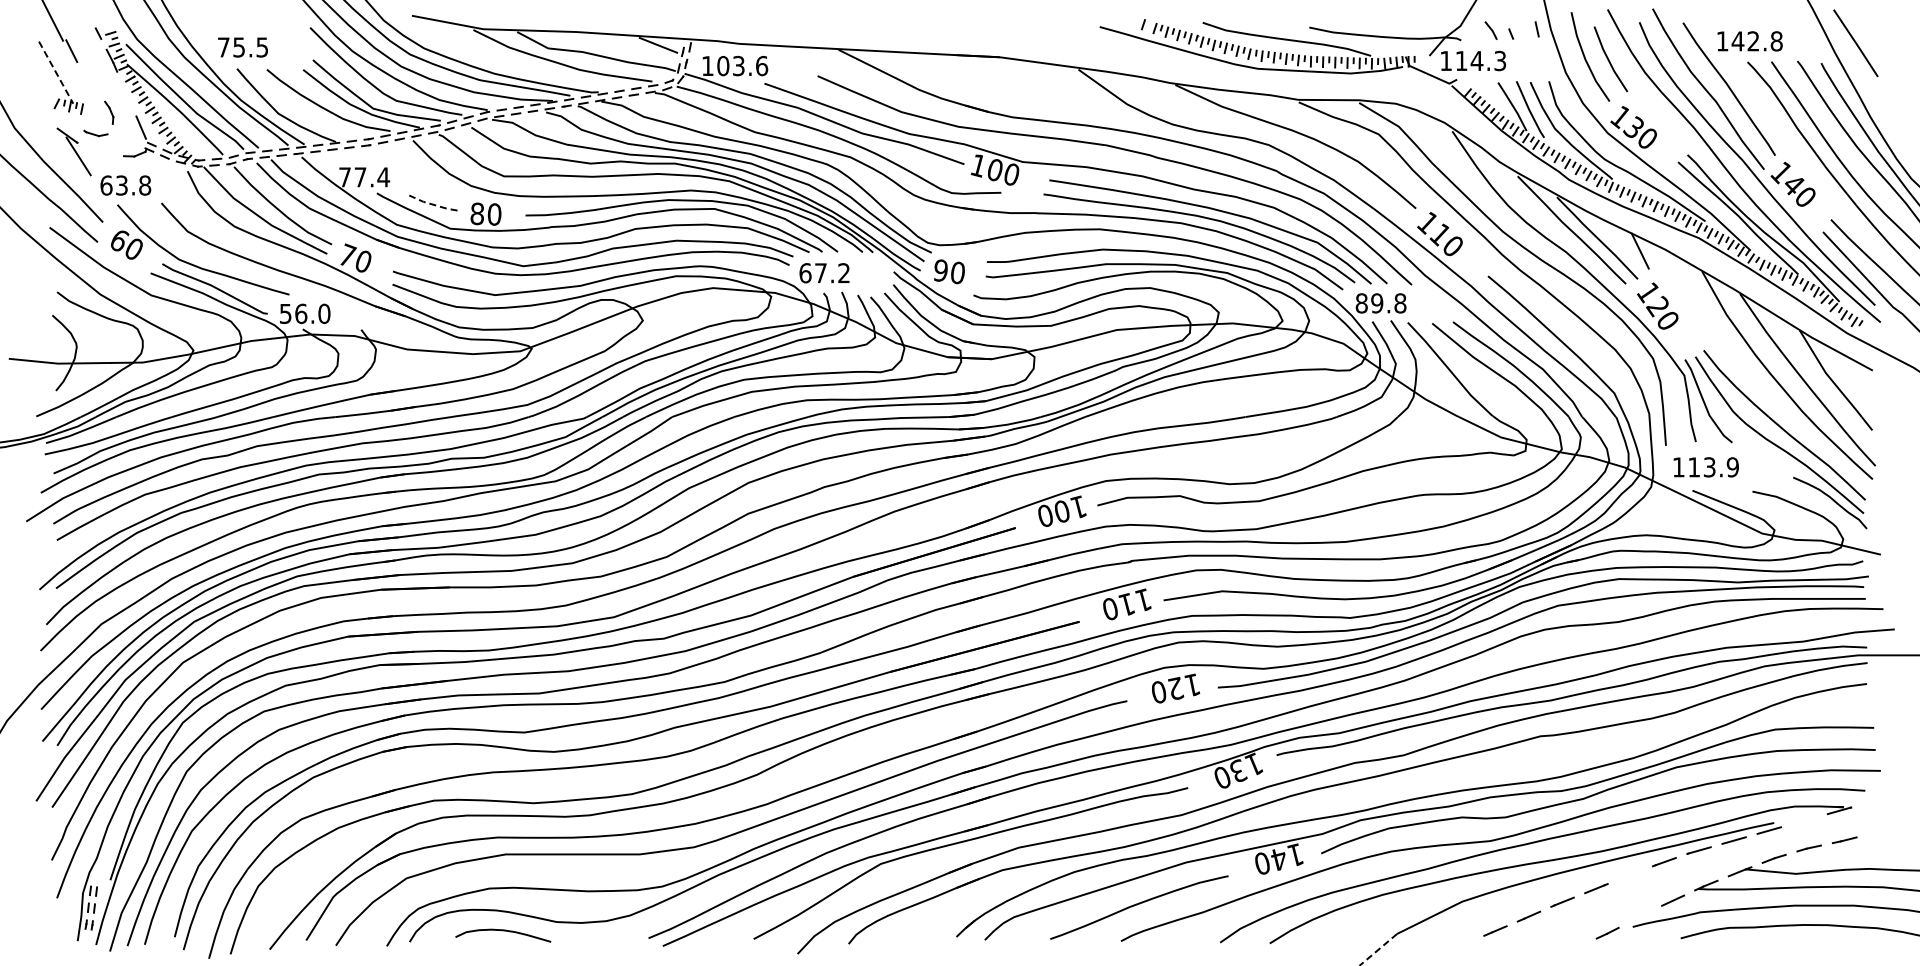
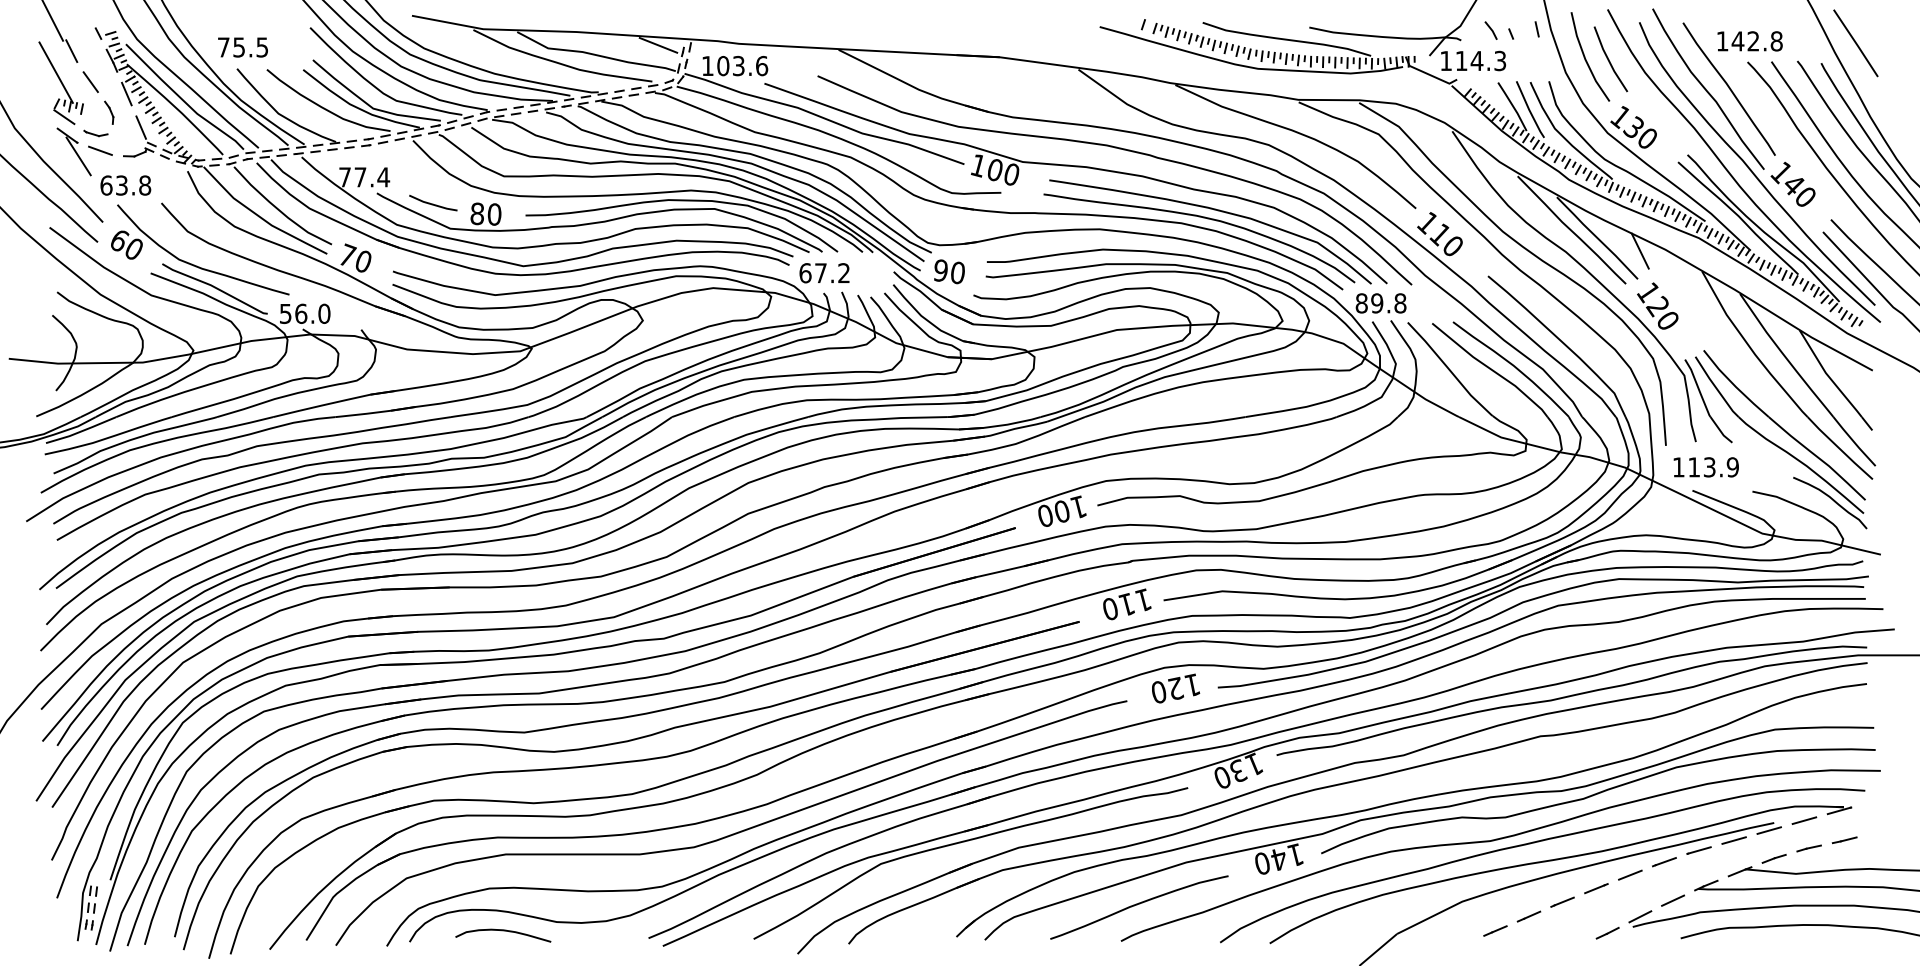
line at (56, 73): dashed -> solid
line at (90, 82): none -> present
line at (126, 93): none -> present
line at (64, 117): none -> present
line at (100, 150): none -> present
line at (432, 204): dashed -> solid
line at (1804, 820): none -> present
line at (1630, 874): none -> present
line at (1640, 916): none -> present
line at (1378, 949): dashed -> solid
